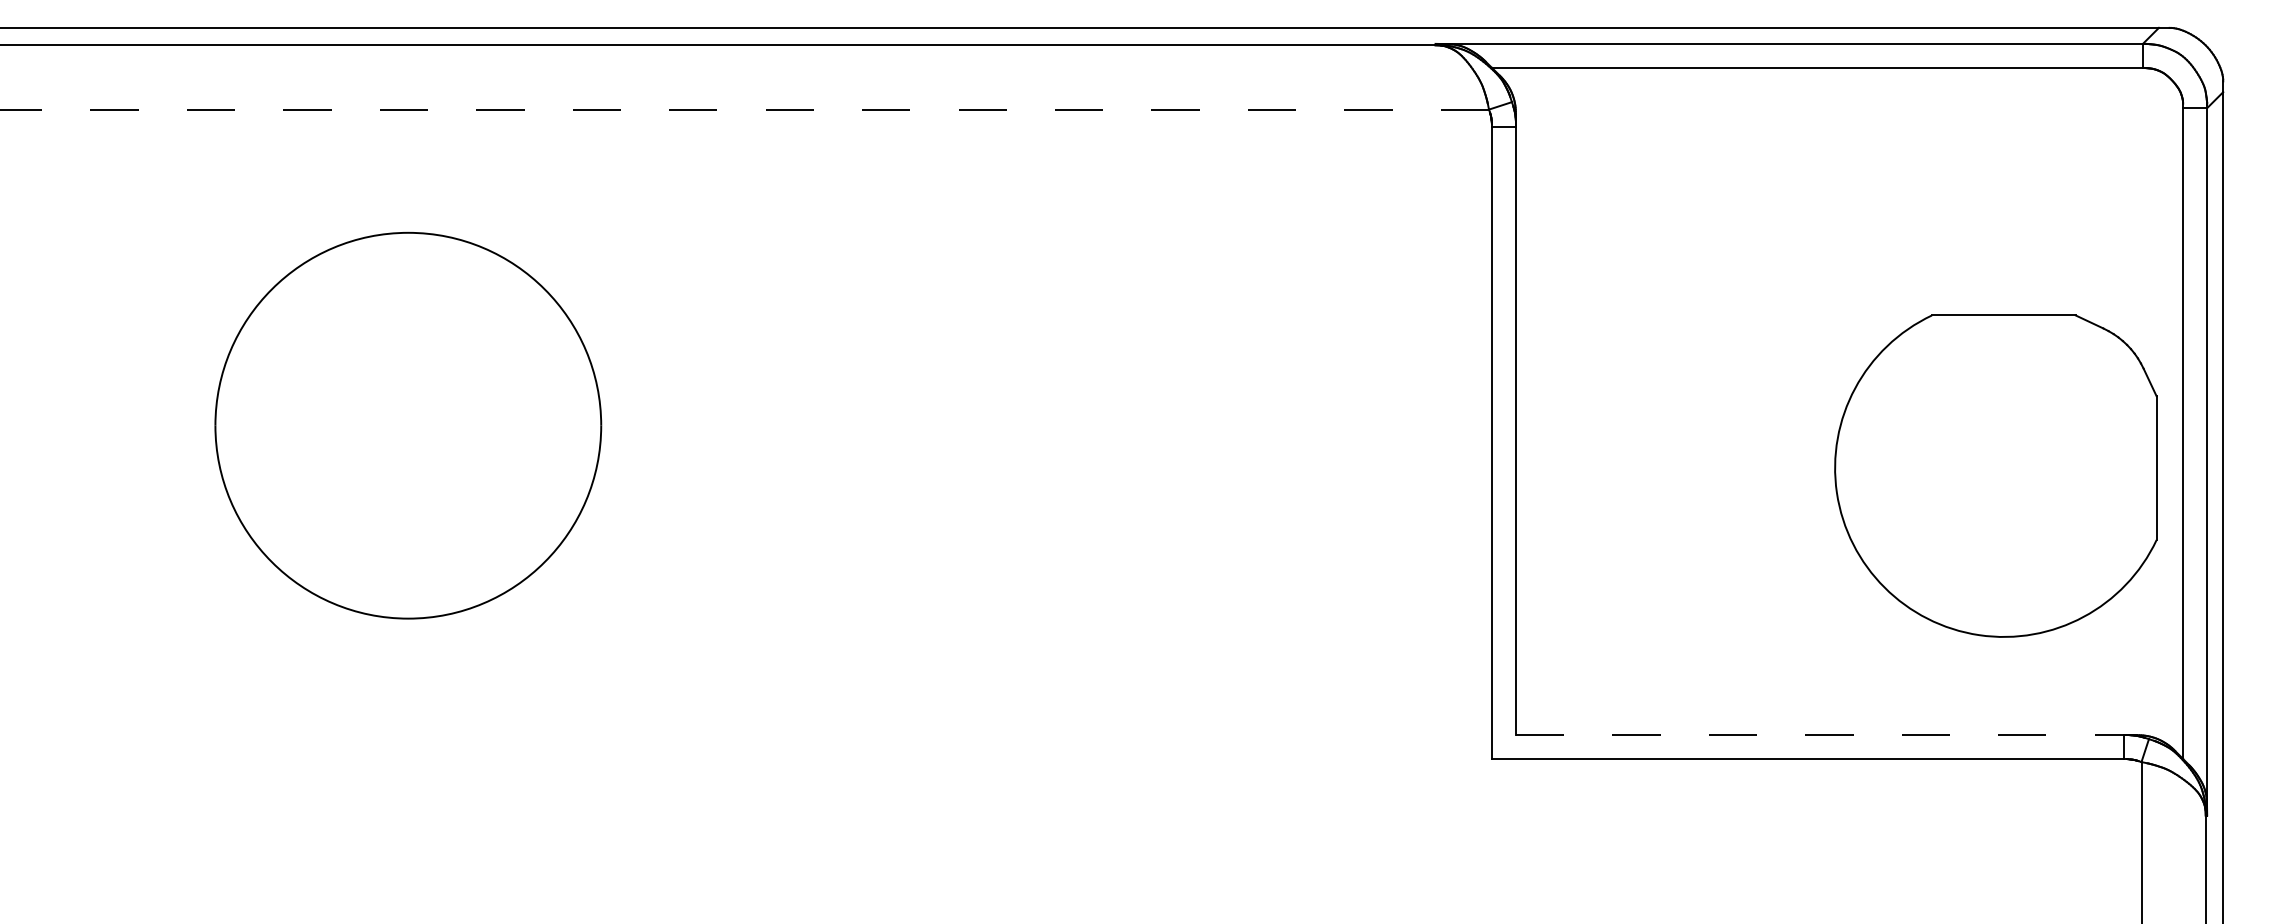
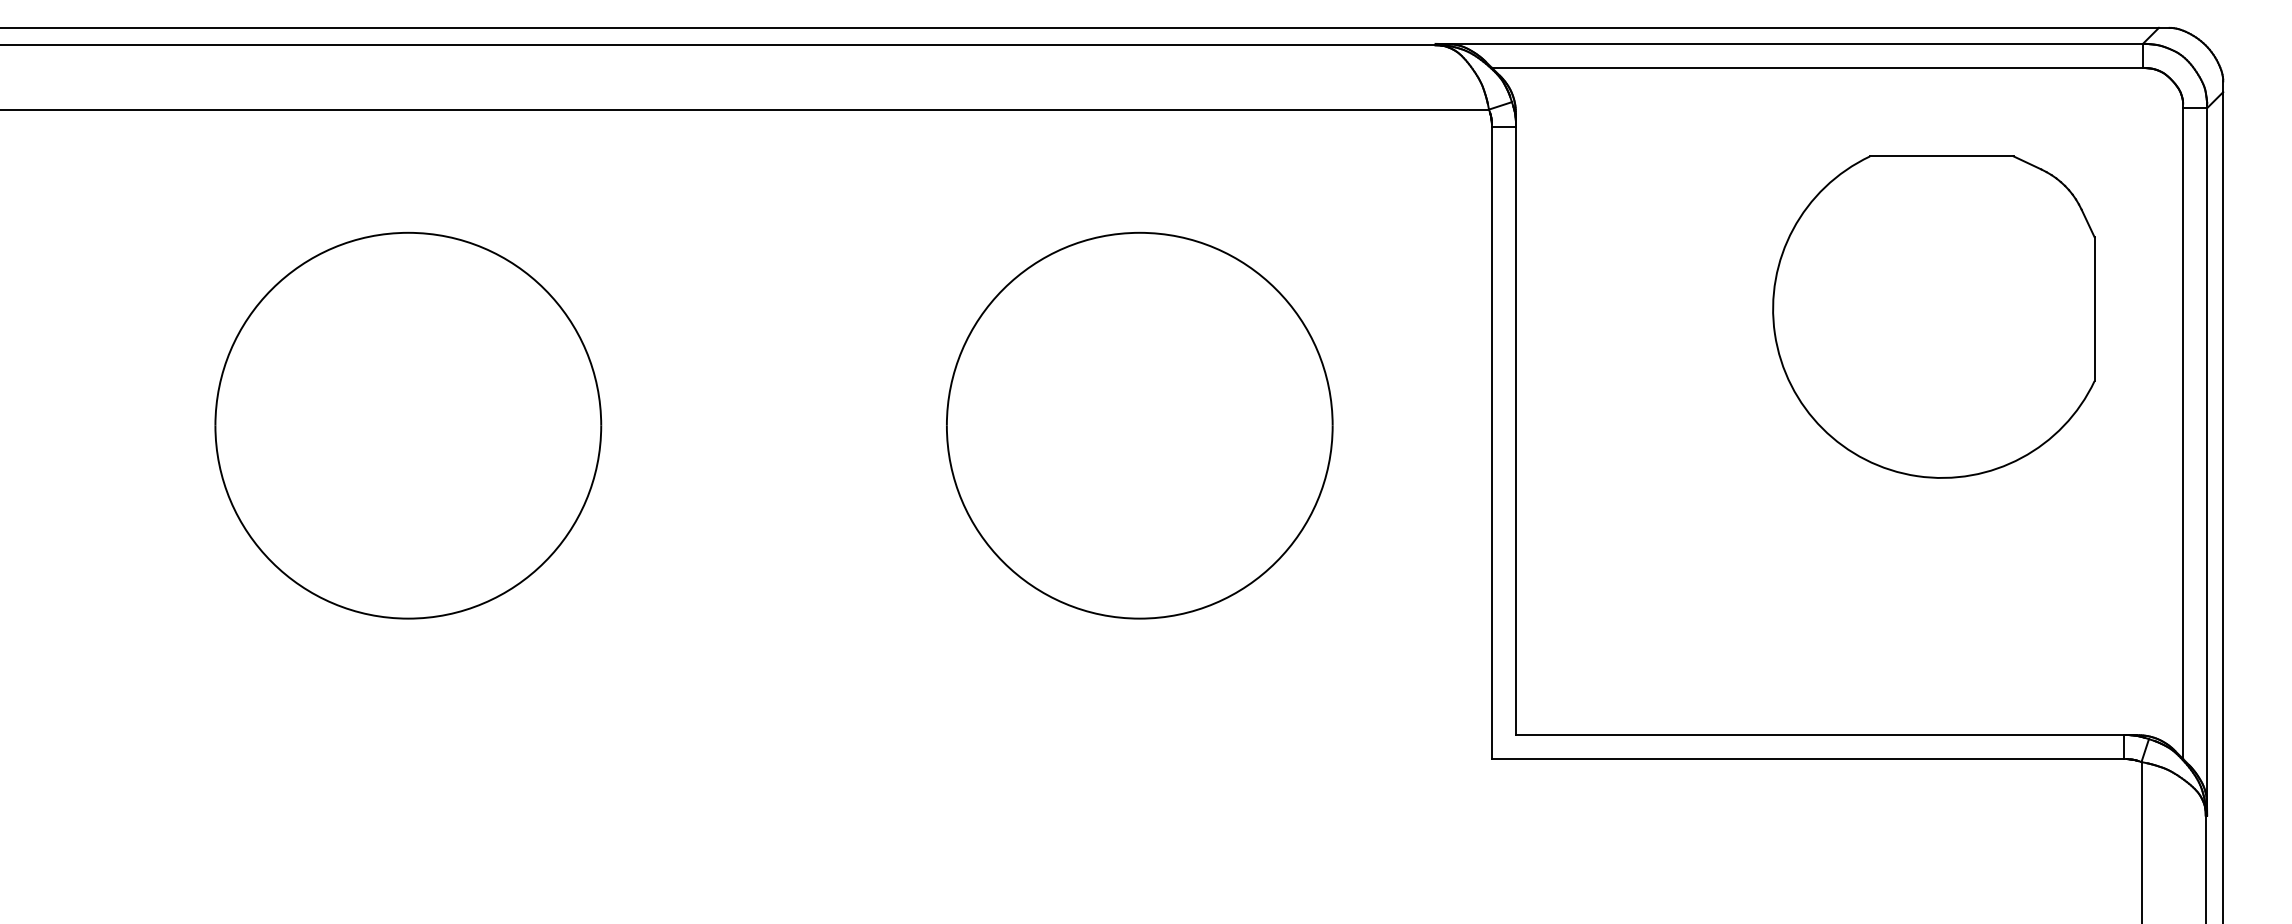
line at (745, 109): dashed -> solid
part at (1139, 425): none -> present
part at (1995, 475) position: (1995, 475) -> (1933, 316)
line at (1820, 735): dashed -> solid
